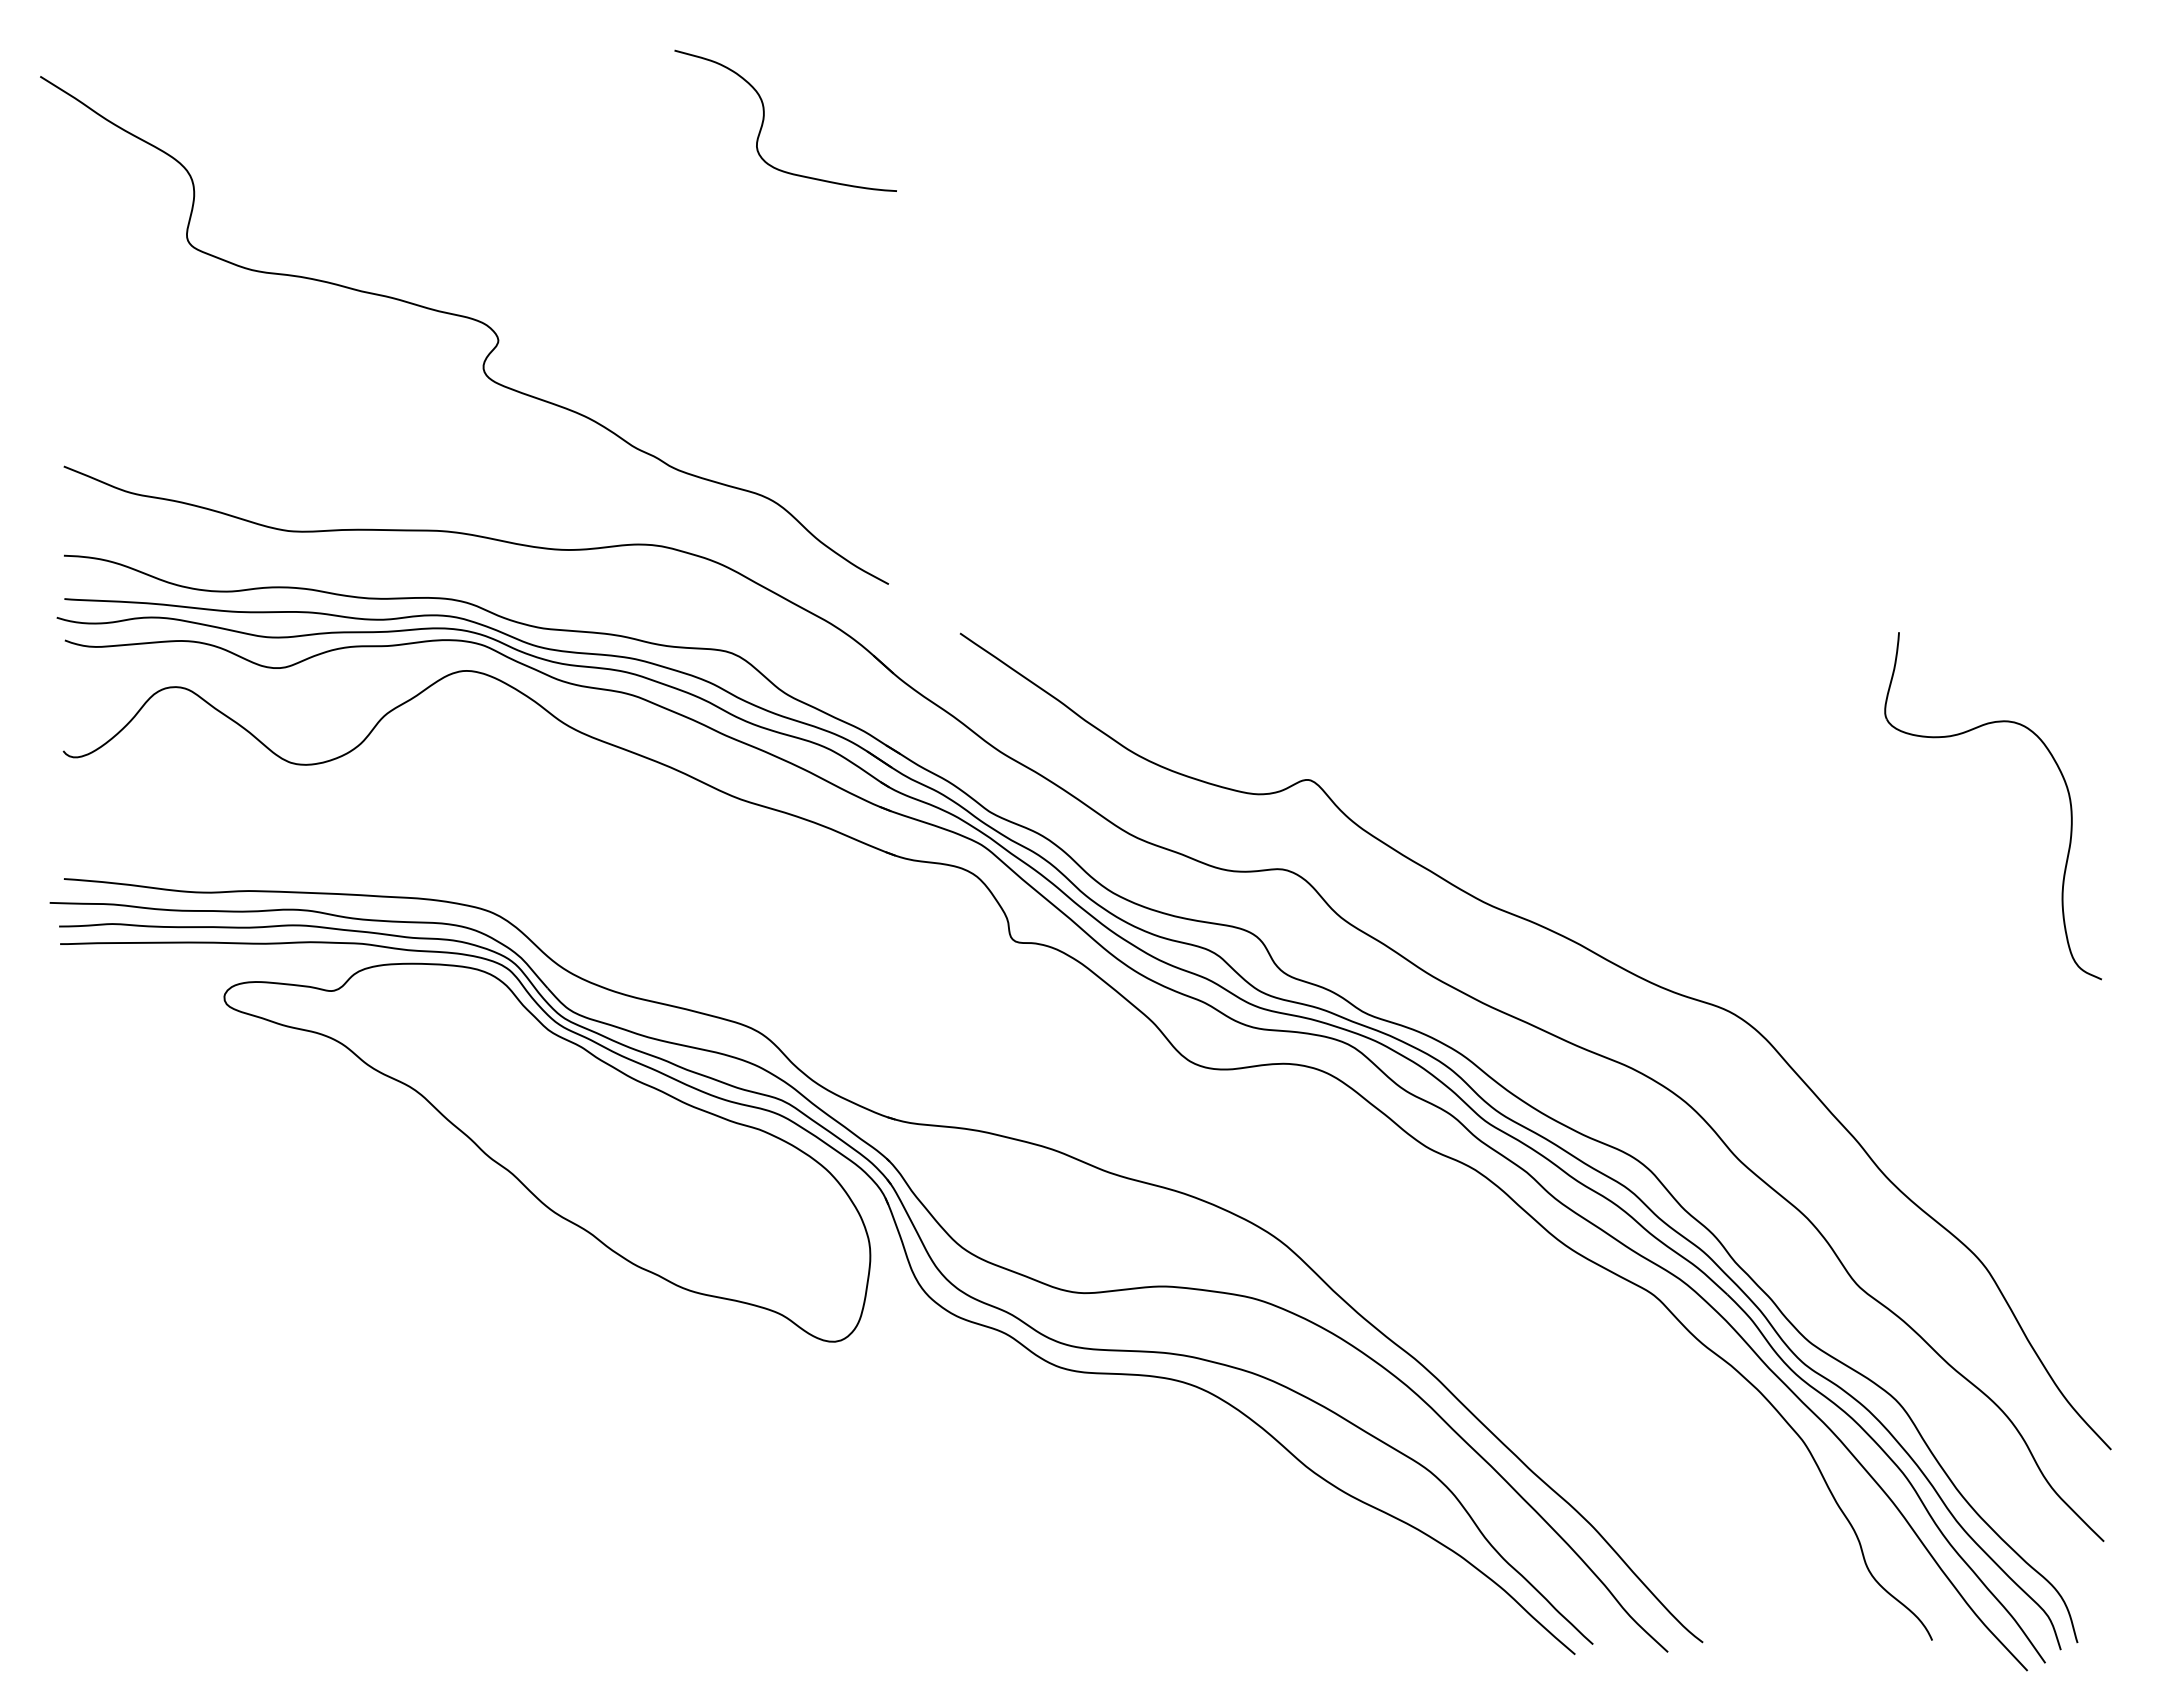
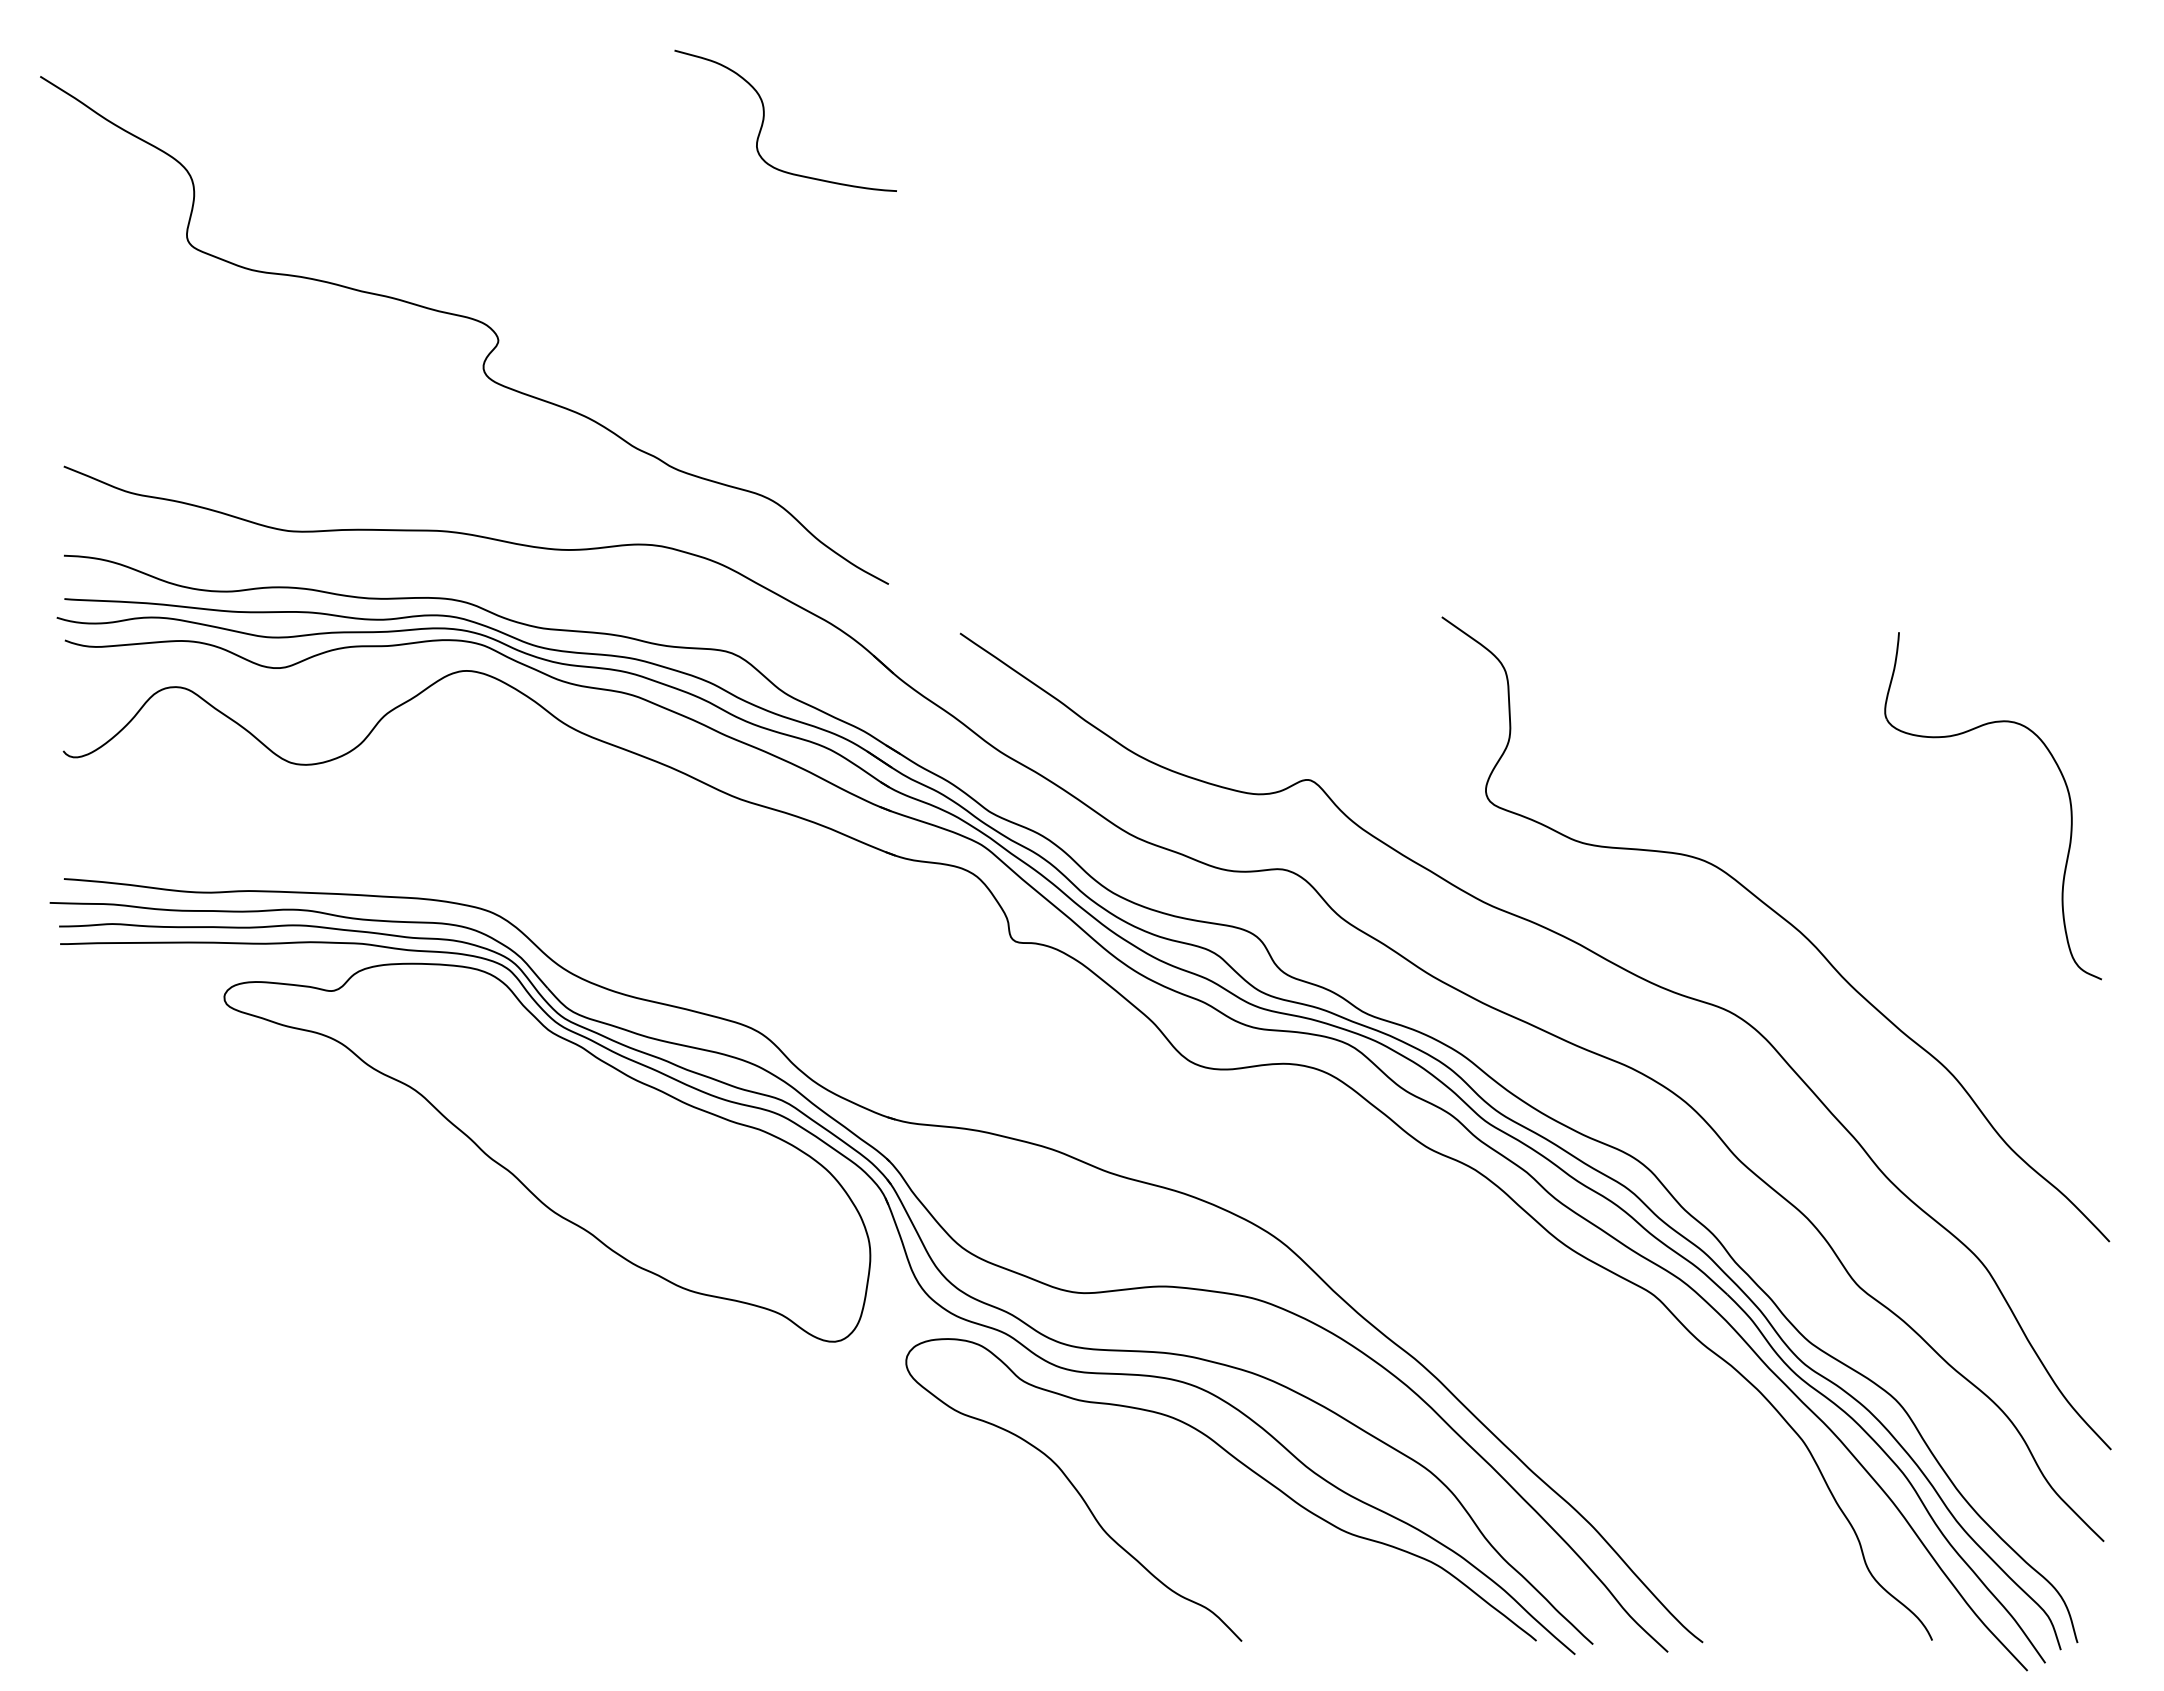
curve at (1781, 918): none -> present
curve at (1240, 1463): none -> present
